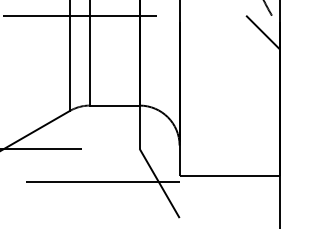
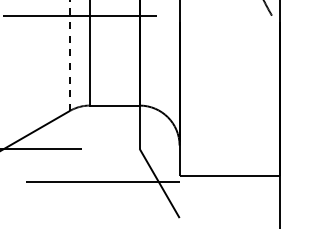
line at (262, 31): present -> none
line at (69, 55): solid -> dashed
